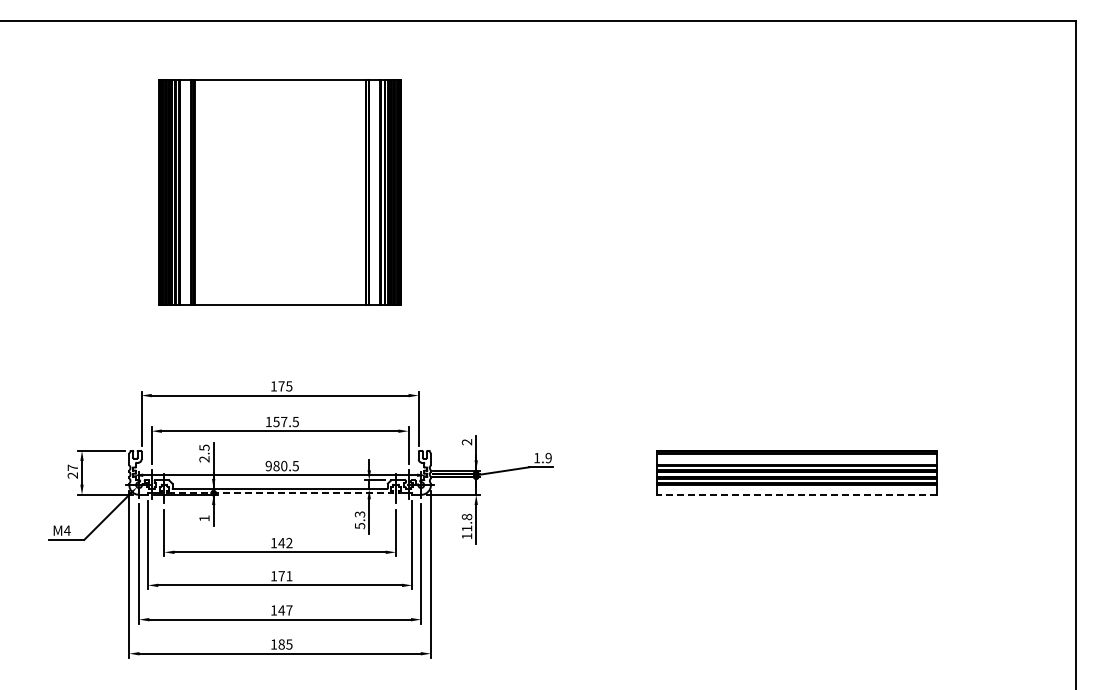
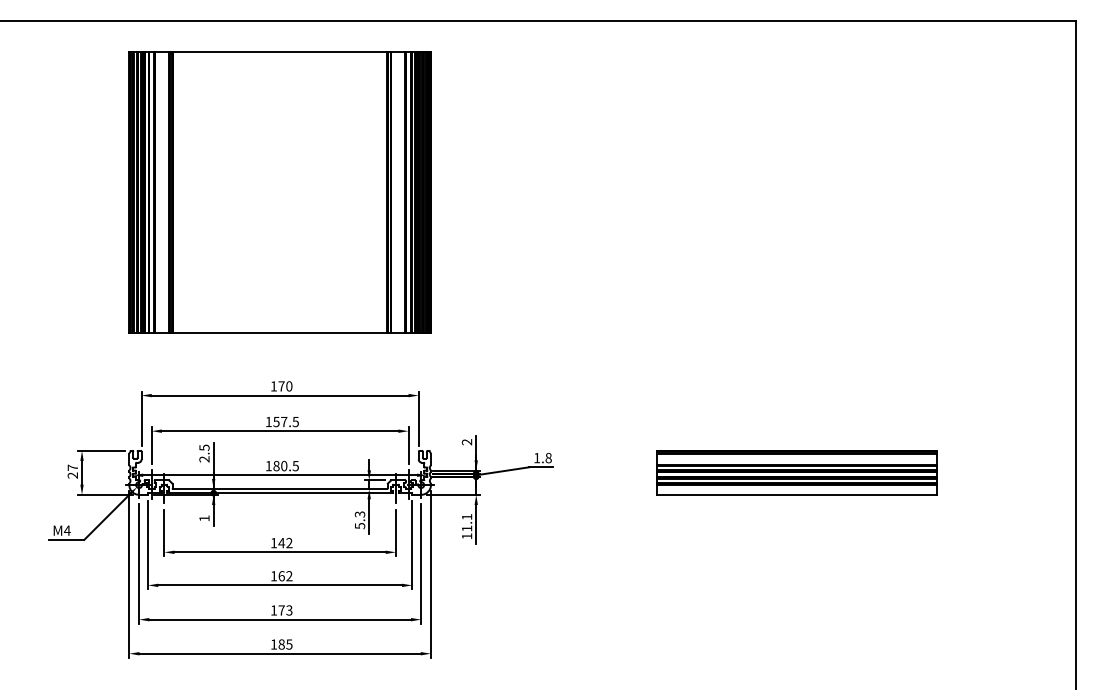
part at (279, 192) size: 244x227 px -> 304x283 px
text at (289, 386): 175 -> 170
text at (548, 458): 1.9 -> 1.8
text at (268, 465): 980.5 -> 180.5
line at (280, 493): dashed -> solid
line at (796, 494): dashed -> solid
text at (466, 516): 11.8 -> 11.1
text at (285, 576): 171 -> 162
text at (285, 610): 147 -> 173
